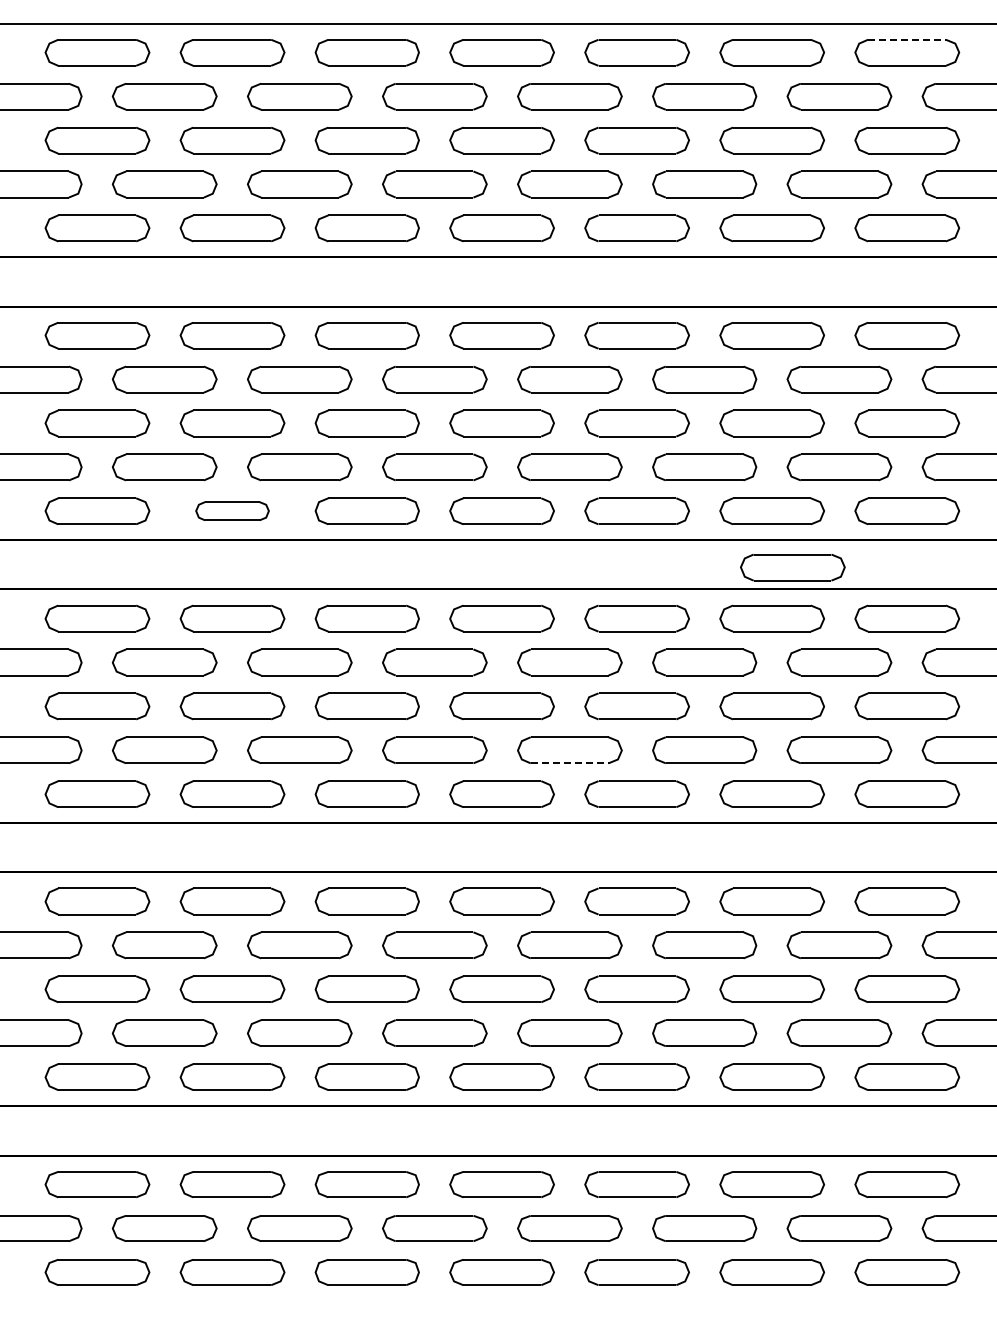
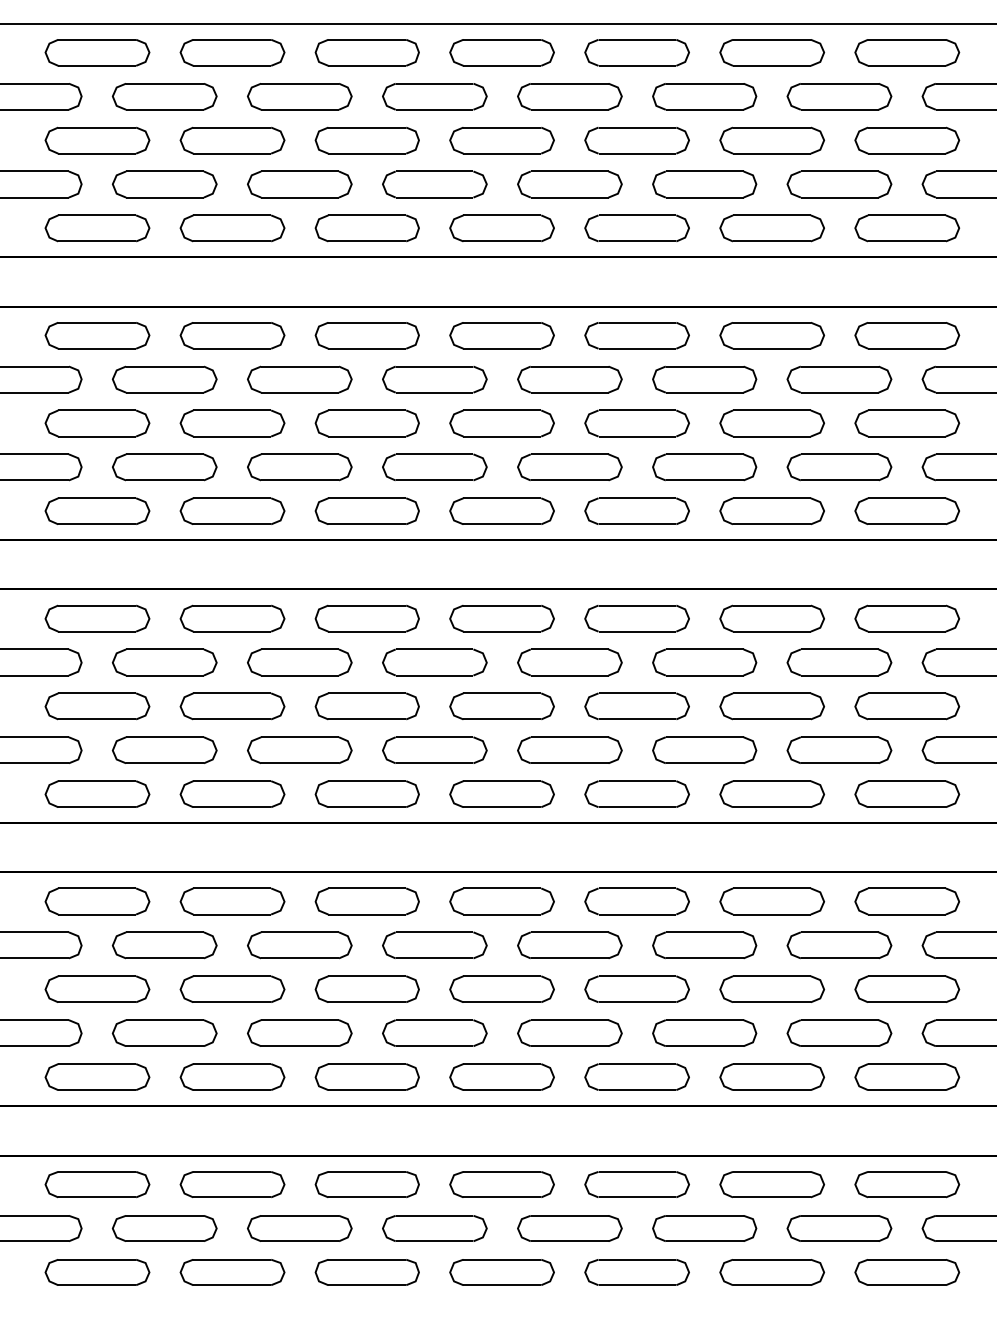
line at (906, 39): dashed -> solid
part at (232, 510) size: 75x20 px -> 107x28 px
part at (792, 567): present -> none
line at (569, 763): dashed -> solid
